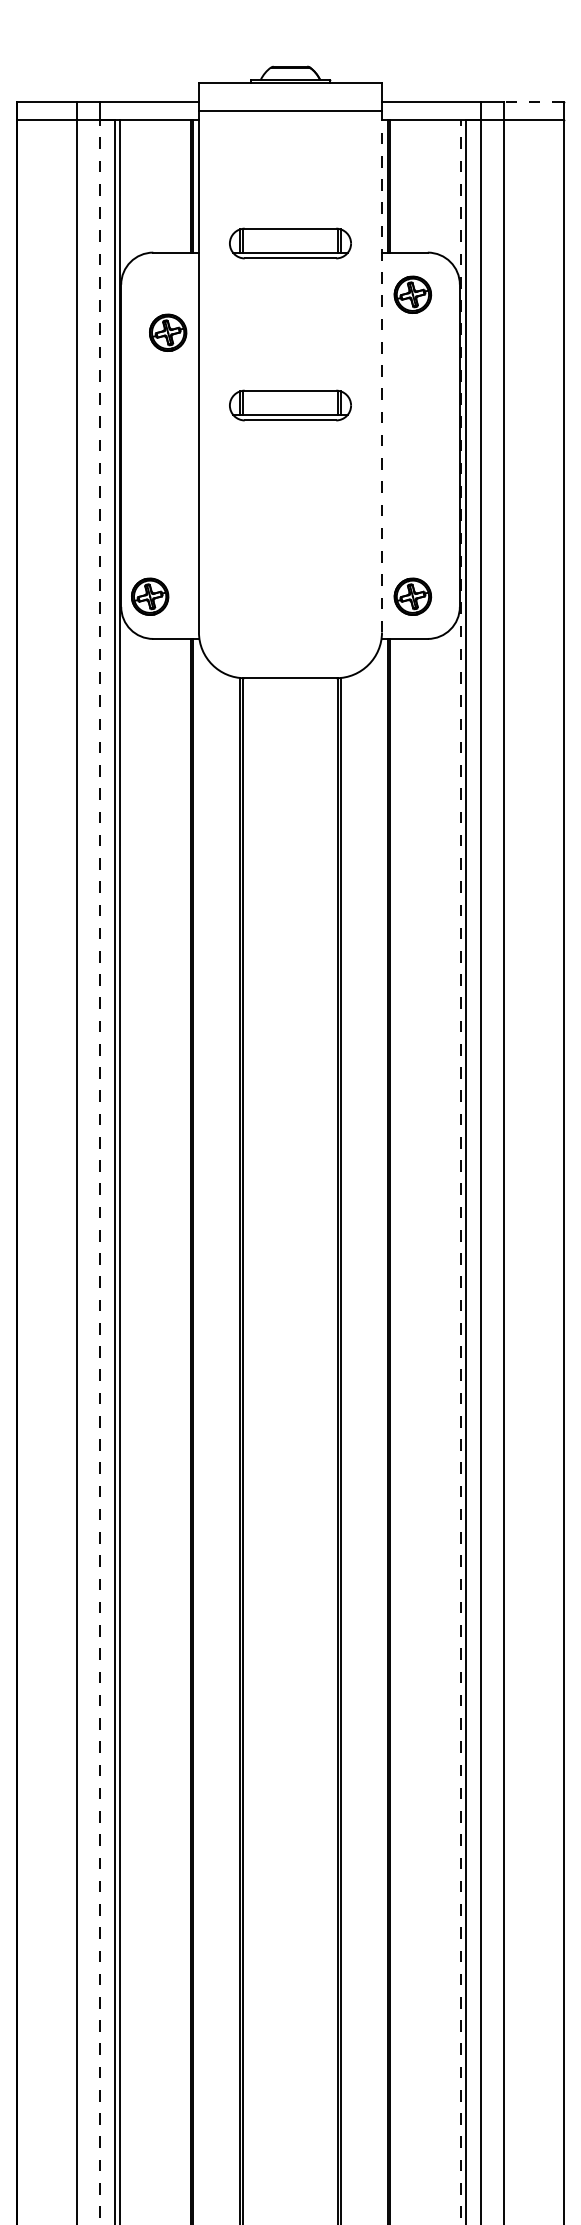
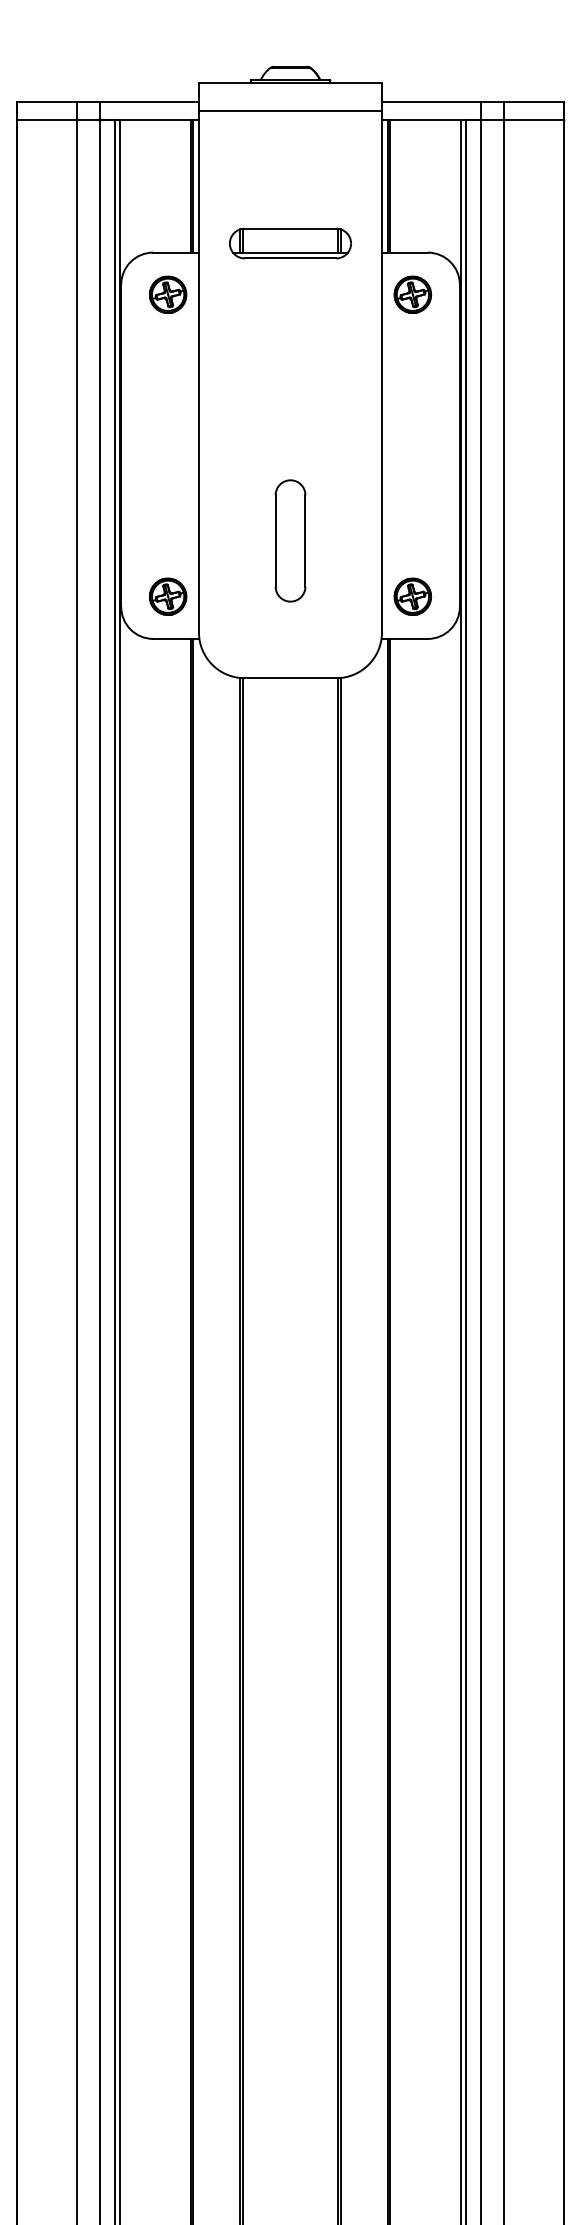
line at (533, 101): dashed -> solid
part at (168, 332) position: (168, 332) -> (168, 294)
line at (382, 371): dashed -> solid
part at (290, 405): present -> none
part at (290, 540): none -> present
part at (150, 596) position: (150, 596) -> (168, 596)
line at (99, 1171): dashed -> solid
line at (461, 1171): dashed -> solid
